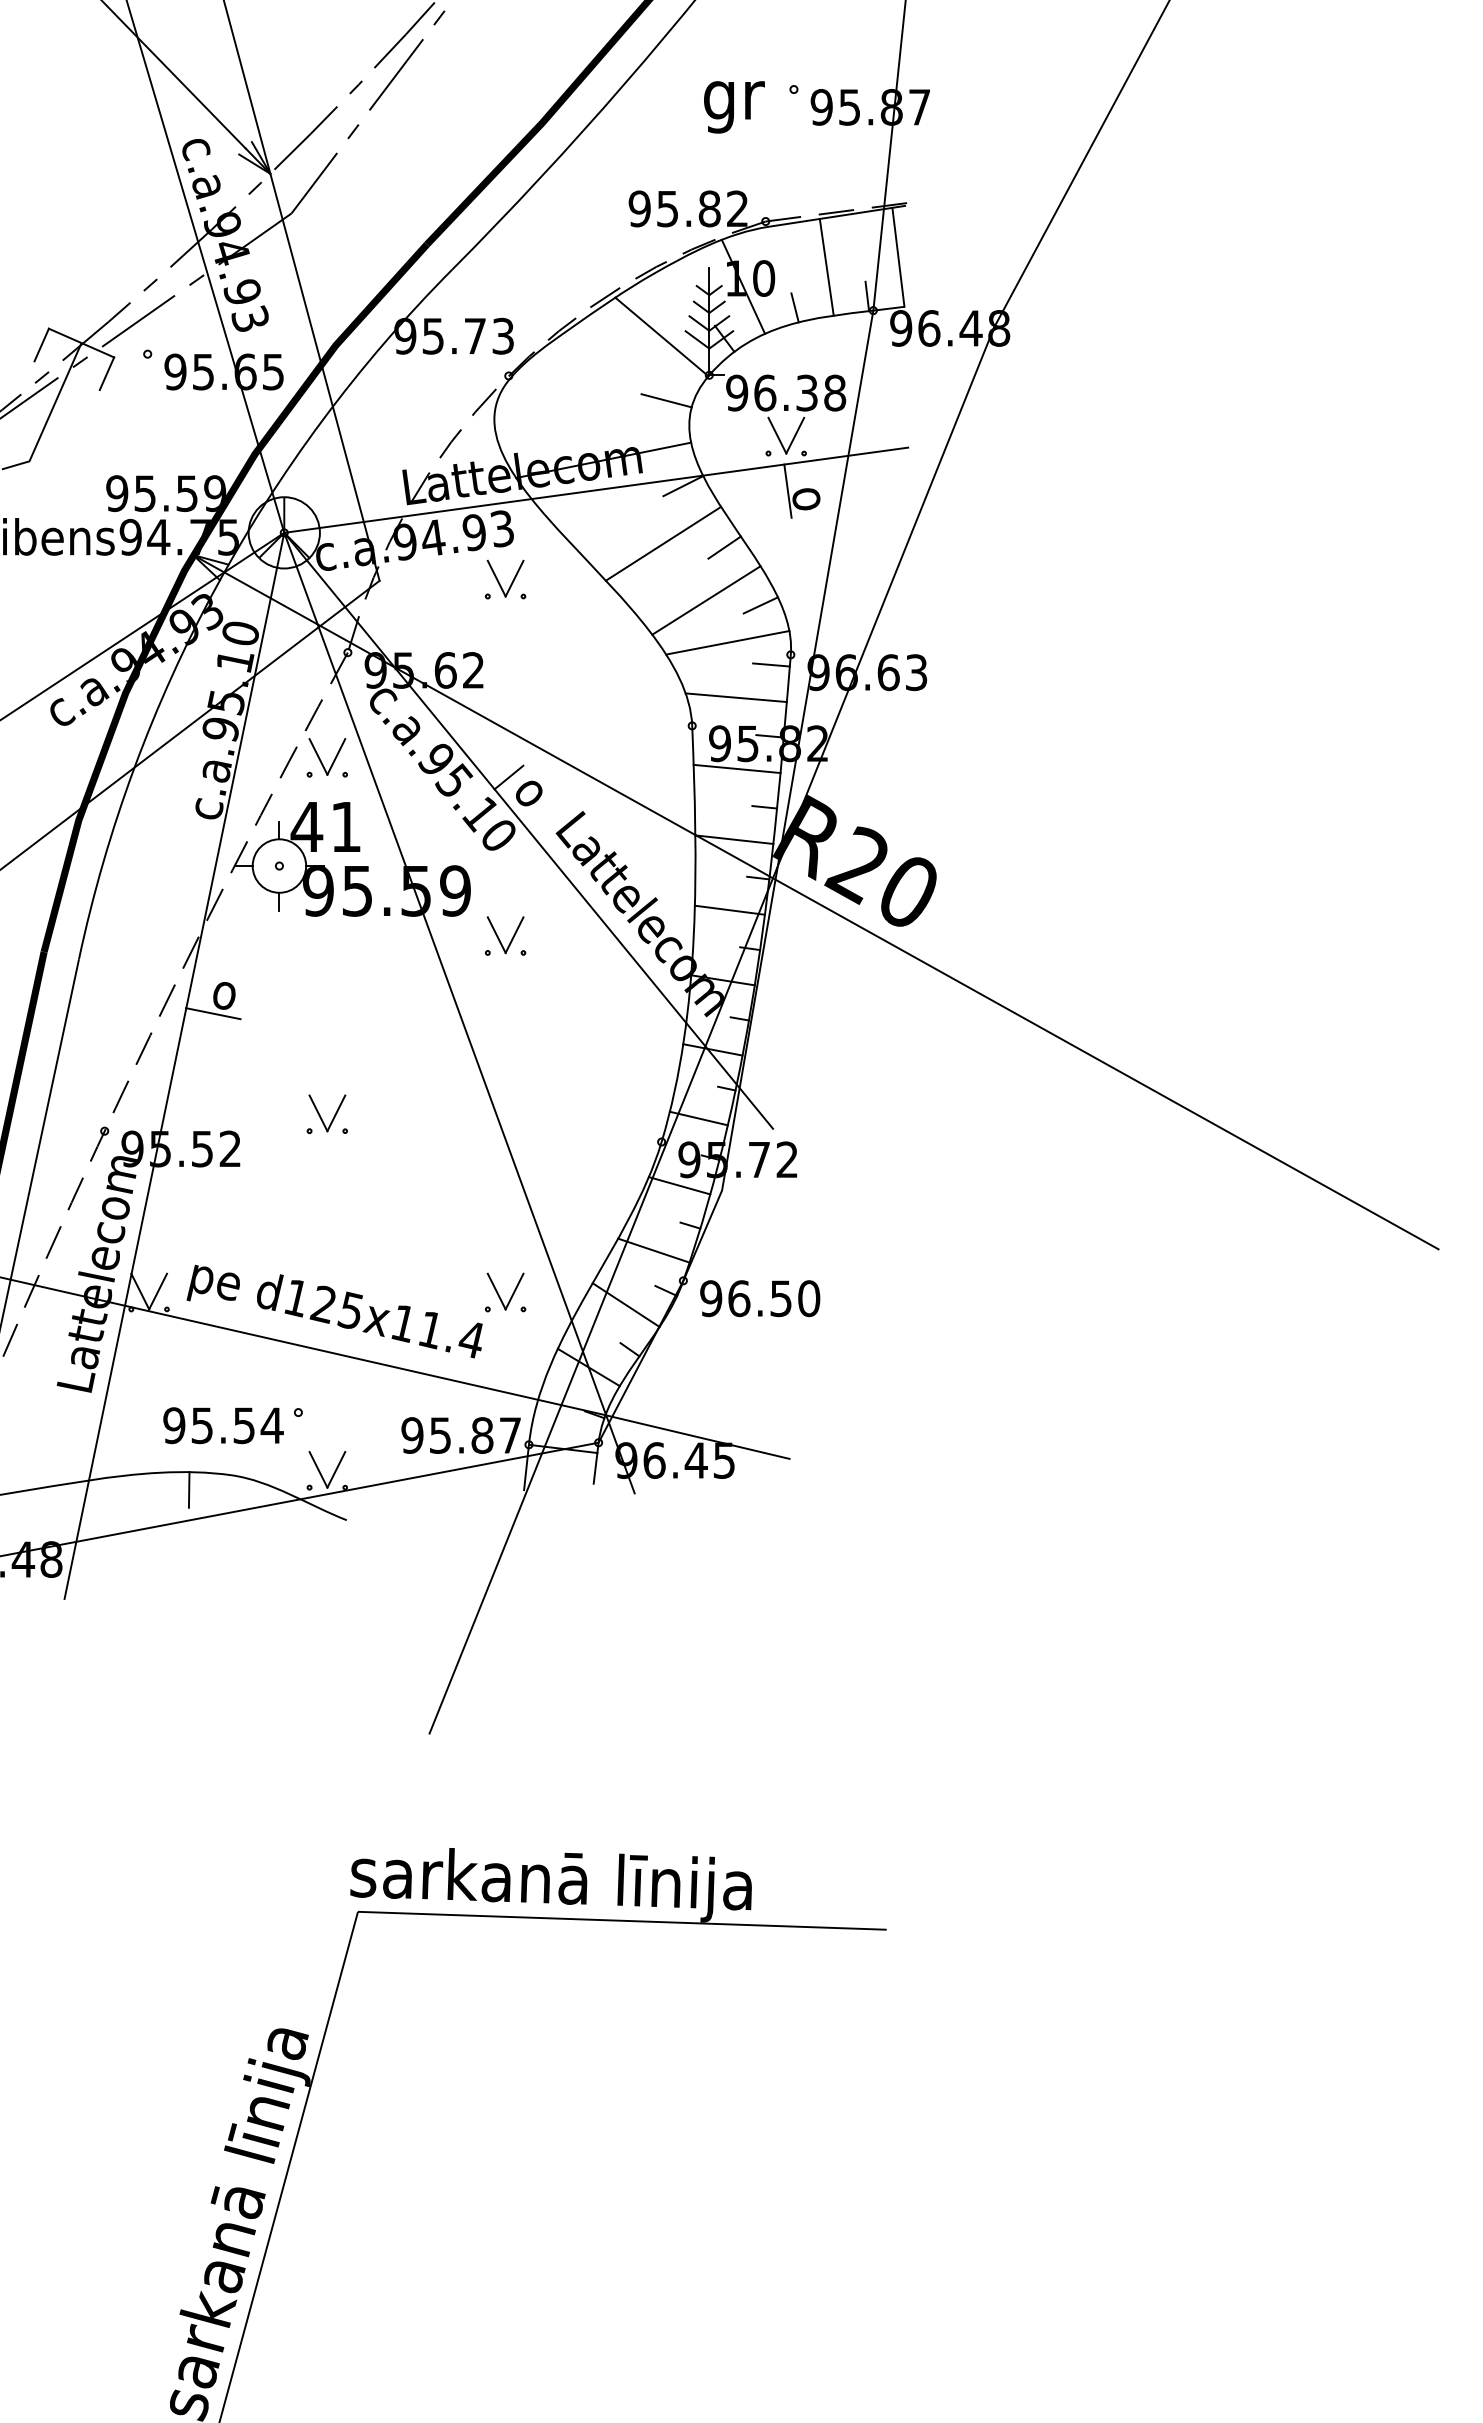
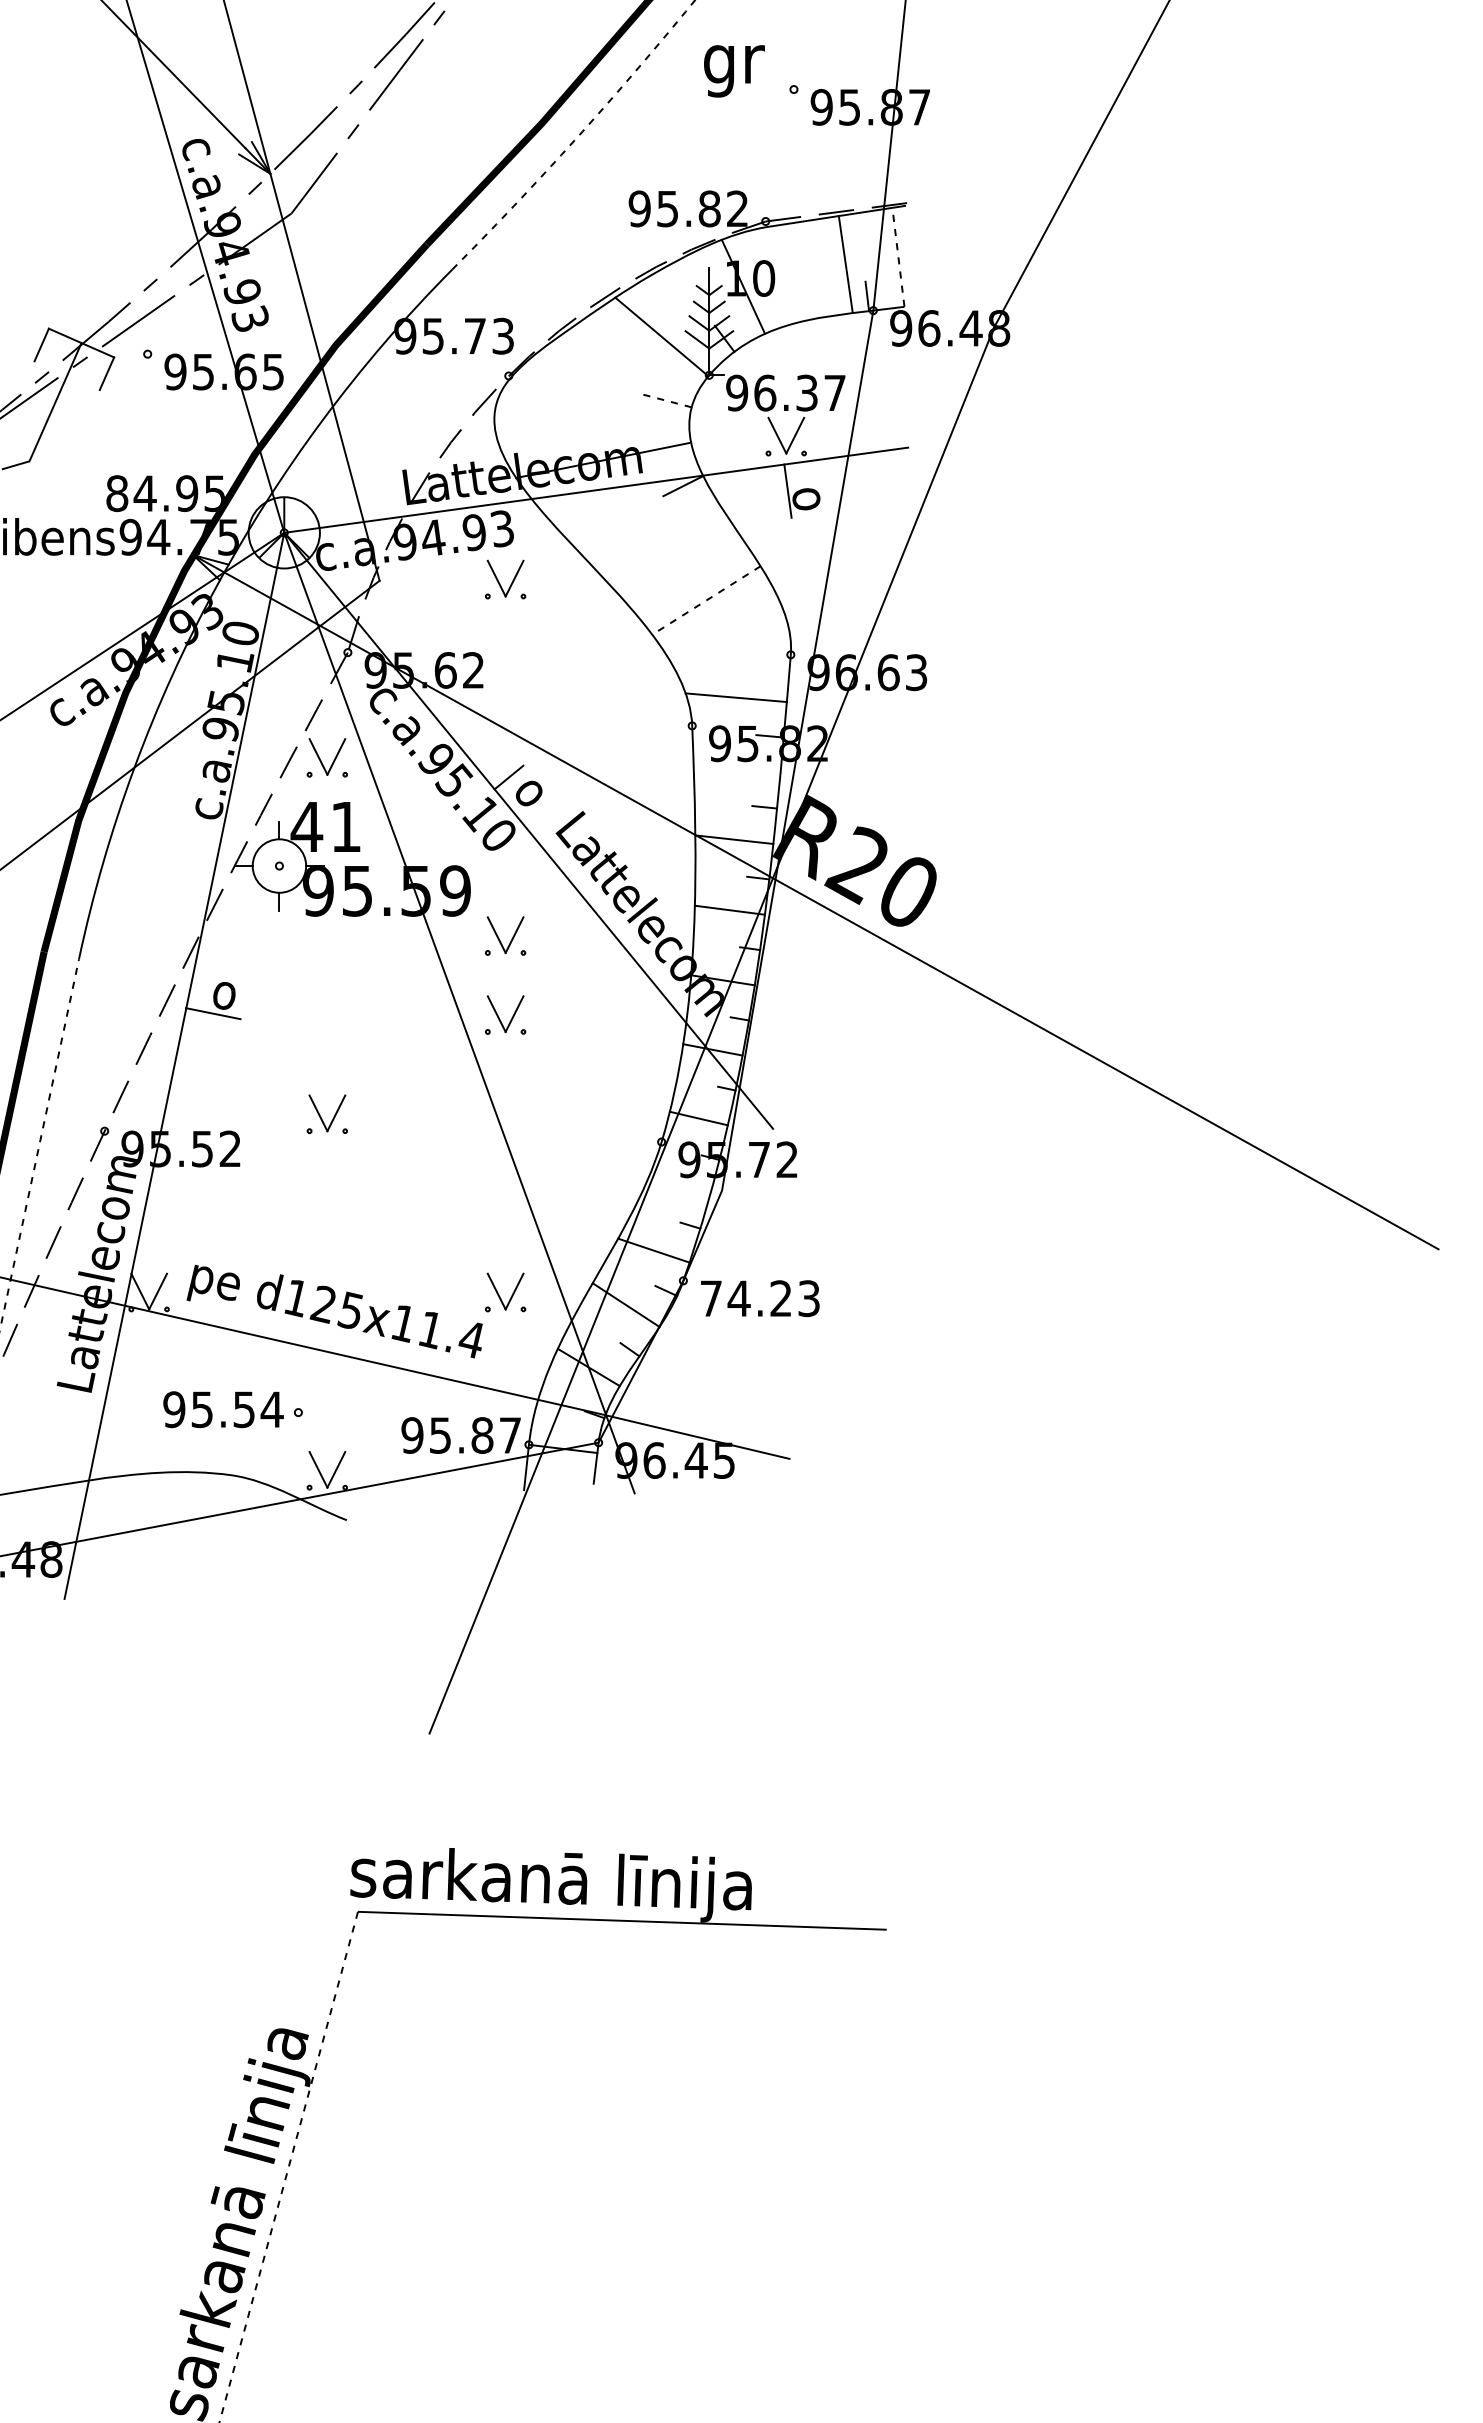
text at (734, 107) position: (734, 107) -> (734, 71)
line at (577, 137): solid -> dashed
line at (898, 257): solid -> dashed
line at (826, 266) position: (826, 266) -> (845, 263)
line at (794, 307): present -> none
text at (835, 392): 96.38 -> 96.37
line at (666, 400): solid -> dashed
text at (166, 493): 95.59 -> 84.95
line at (663, 543): present -> none
line at (724, 547): present -> none
line at (706, 600): solid -> dashed
line at (760, 605): present -> none
line at (727, 642): present -> none
line at (771, 664): present -> none
line at (736, 768): present -> none
part at (499, 1017): none -> present
line at (39, 1144): solid -> dashed
line at (679, 1185): present -> none
text at (760, 1298): 96.50 -> 74.23
text at (223, 1425) position: (223, 1425) -> (223, 1409)
line at (188, 1489): present -> none
line at (288, 2167): solid -> dashed
